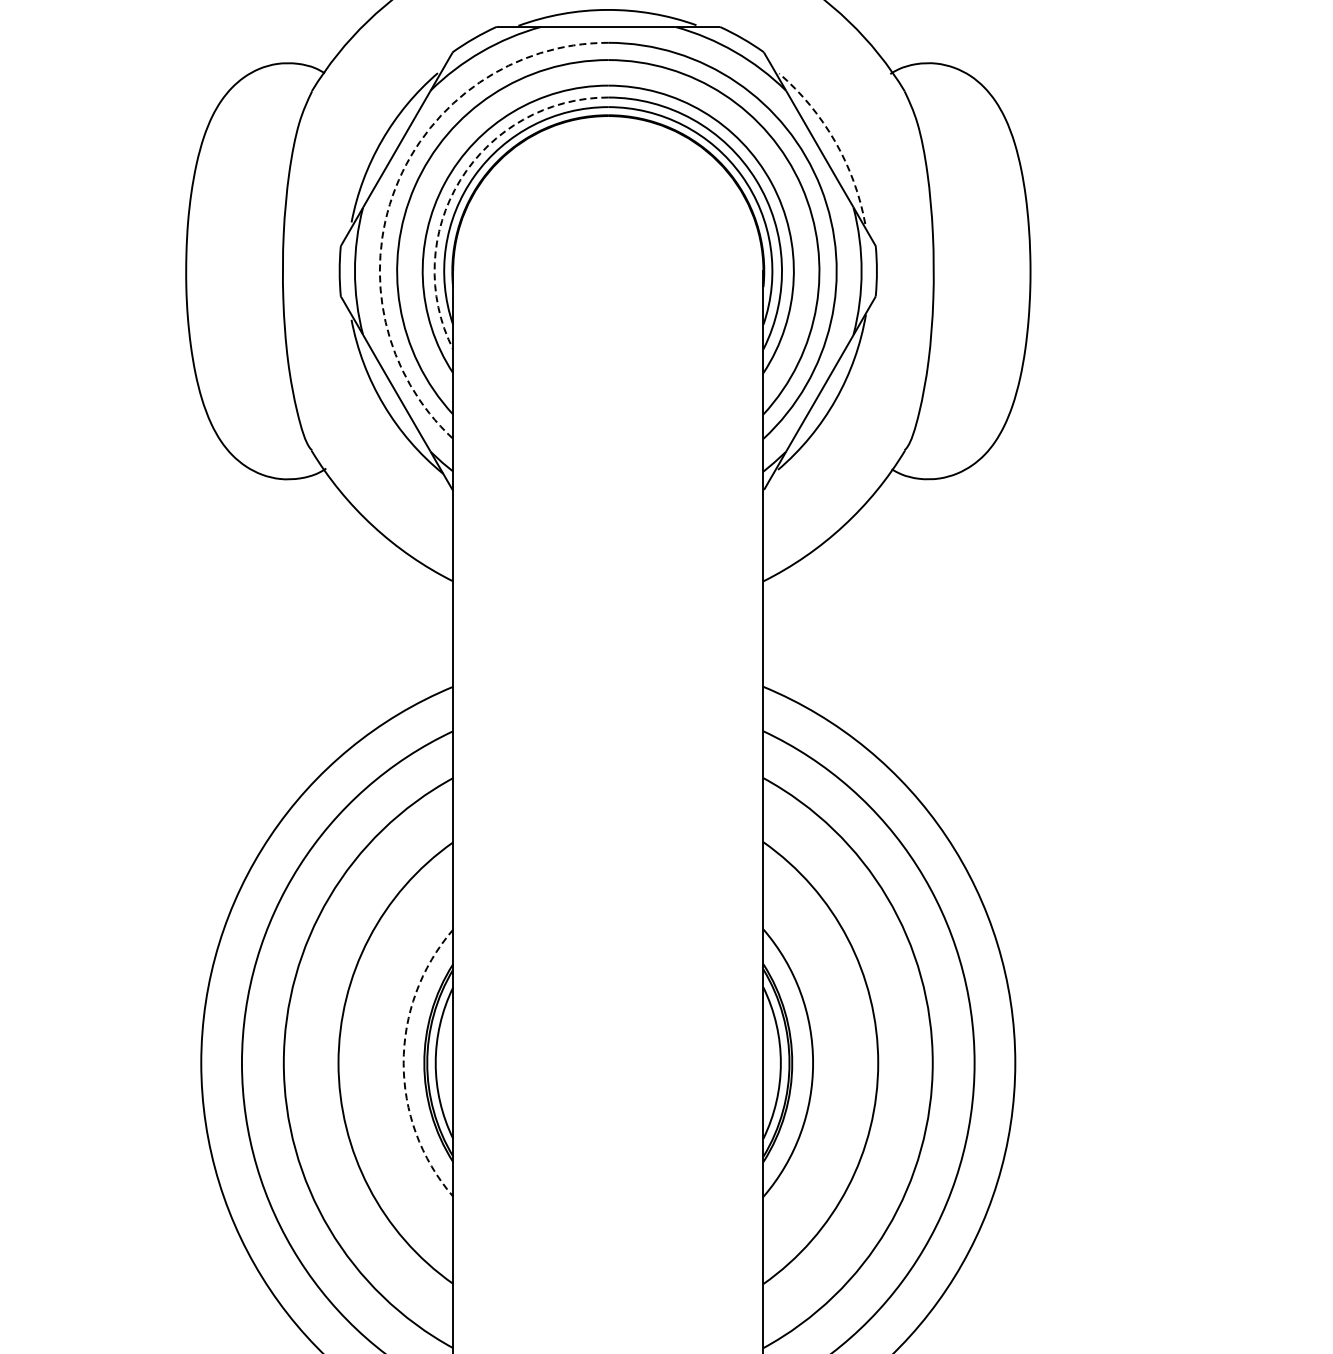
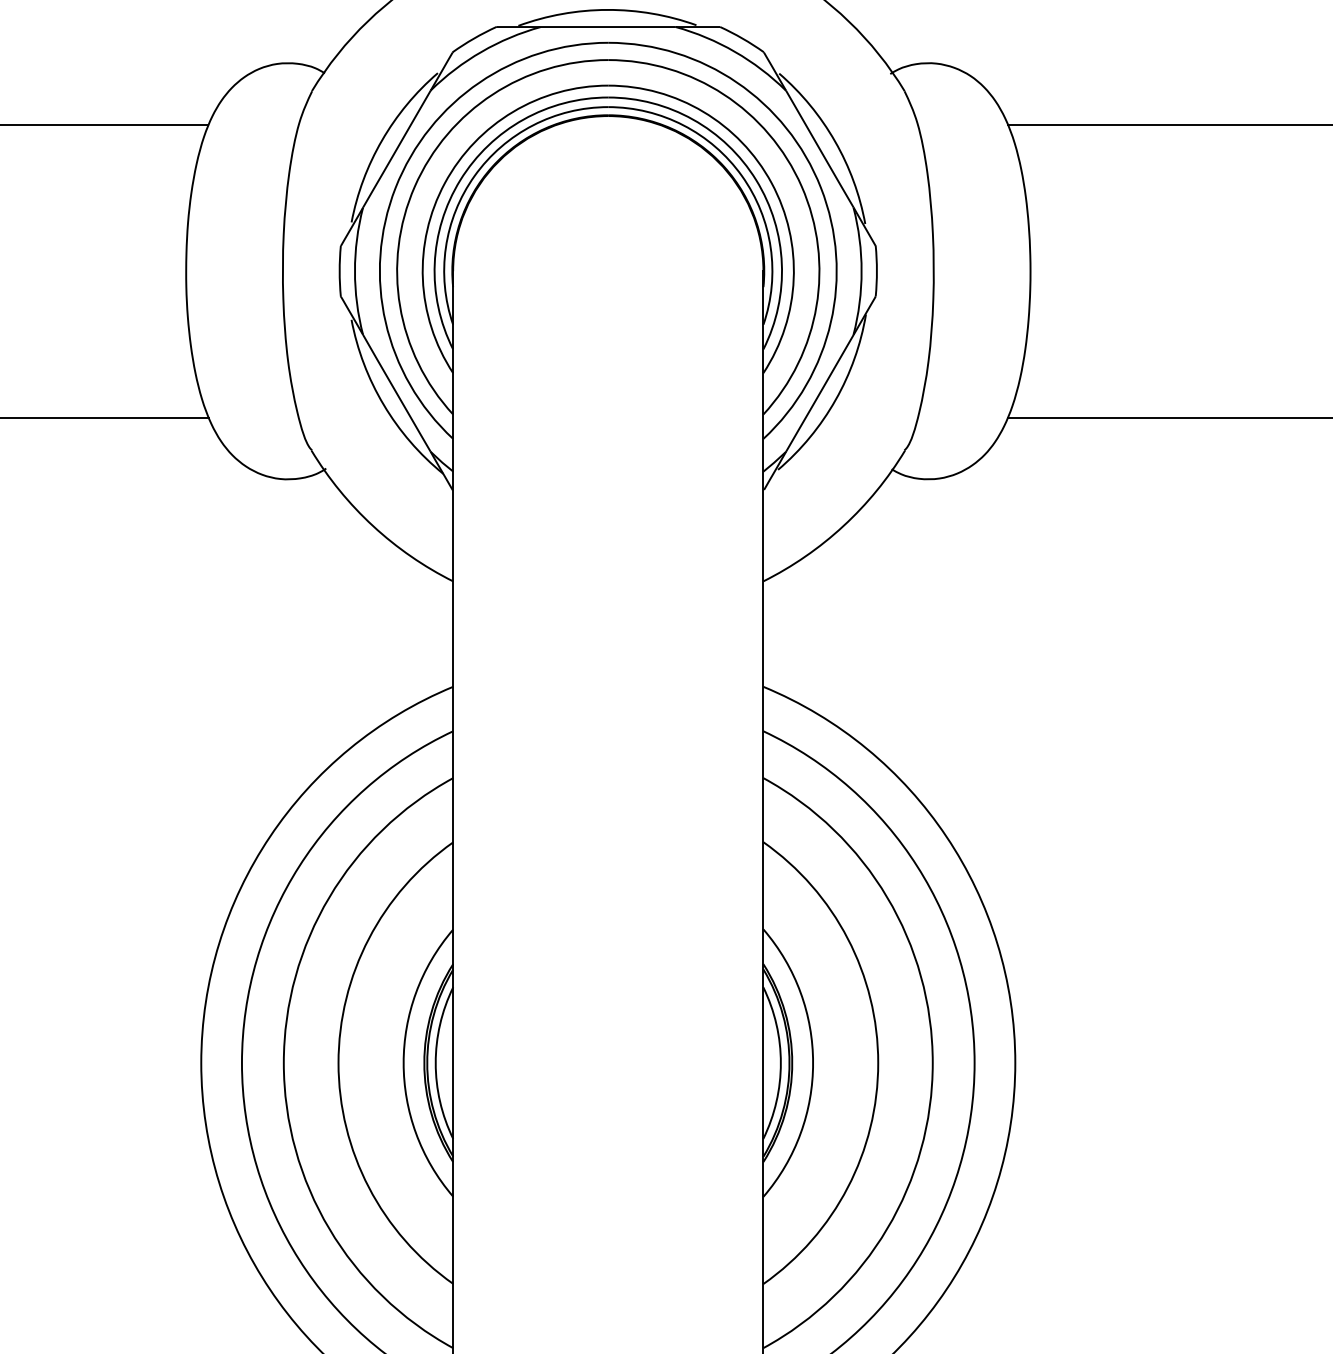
line at (105, 124): none -> present
line at (1168, 124): none -> present
arc at (835, 141): dashed -> solid
arc at (460, 180): dashed -> solid
arc at (395, 187): dashed -> solid
line at (105, 417): none -> present
line at (1168, 417): none -> present
arc at (403, 1063): dashed -> solid
